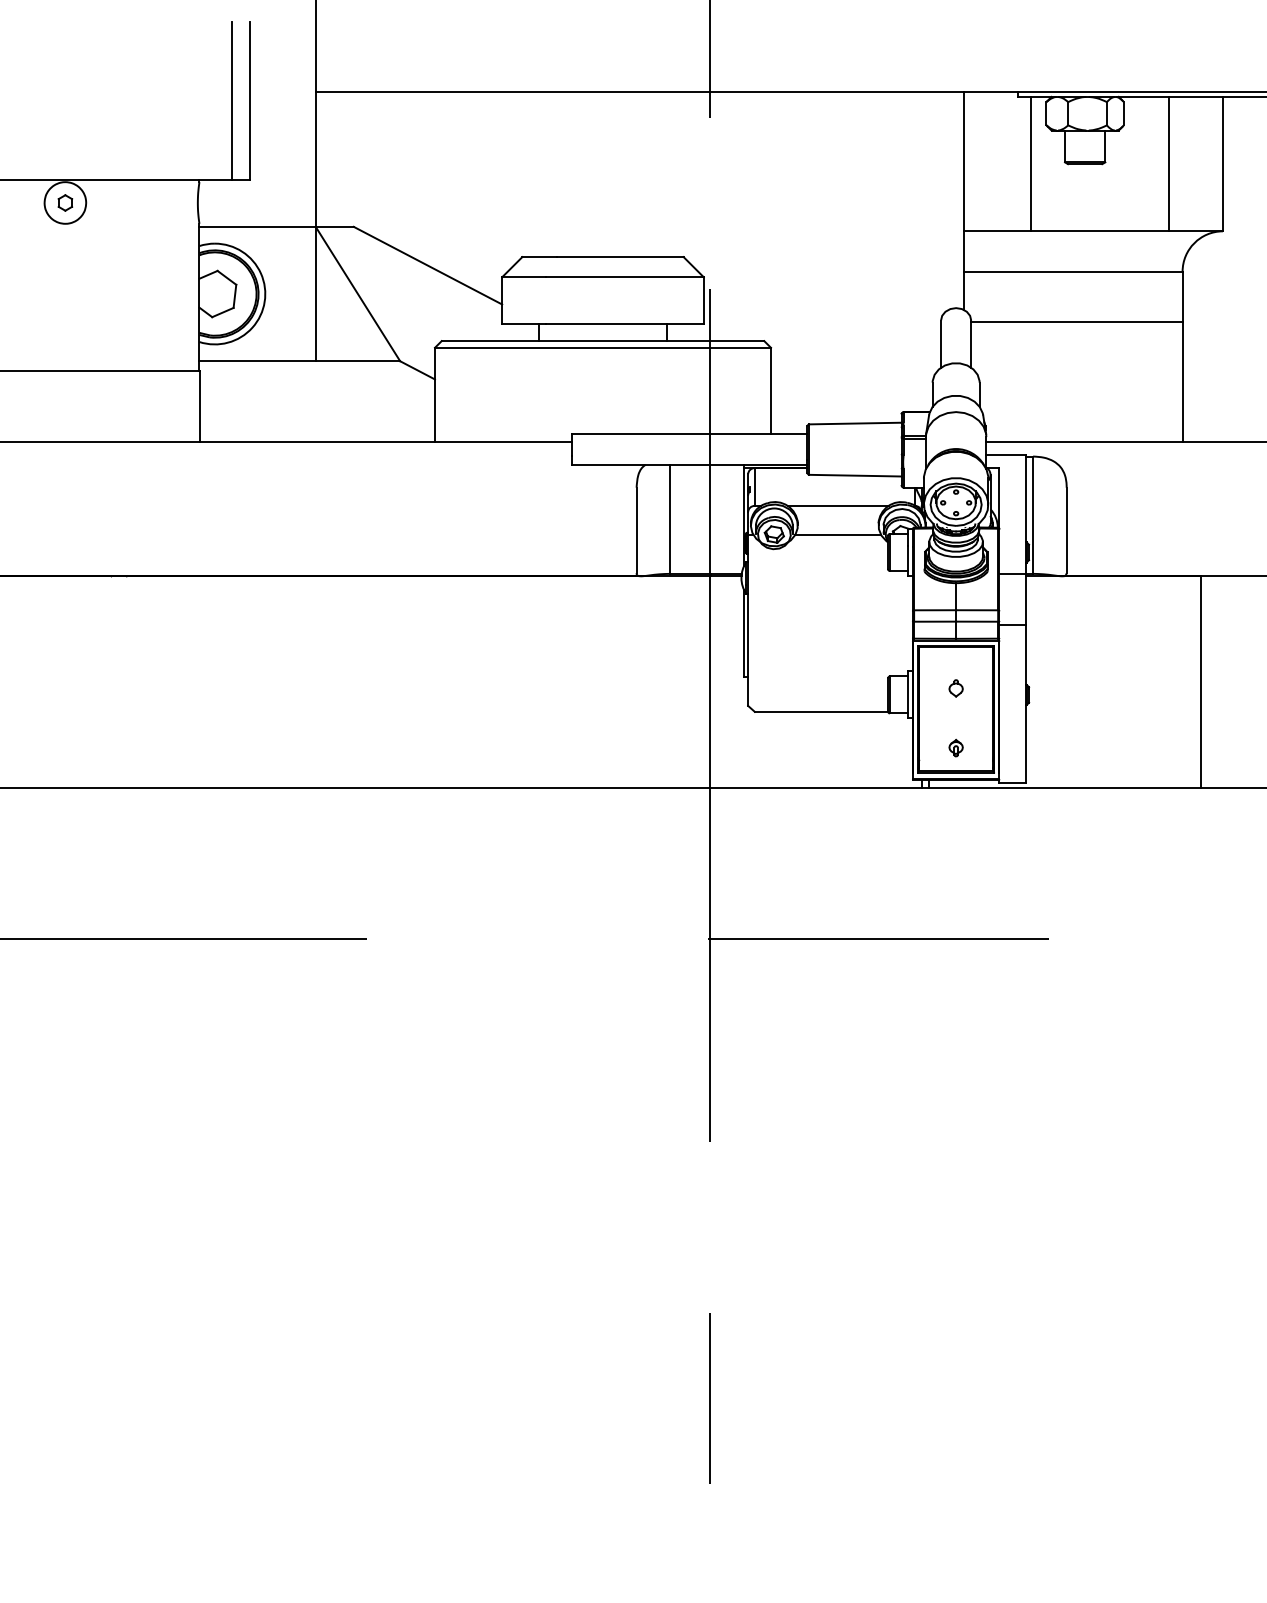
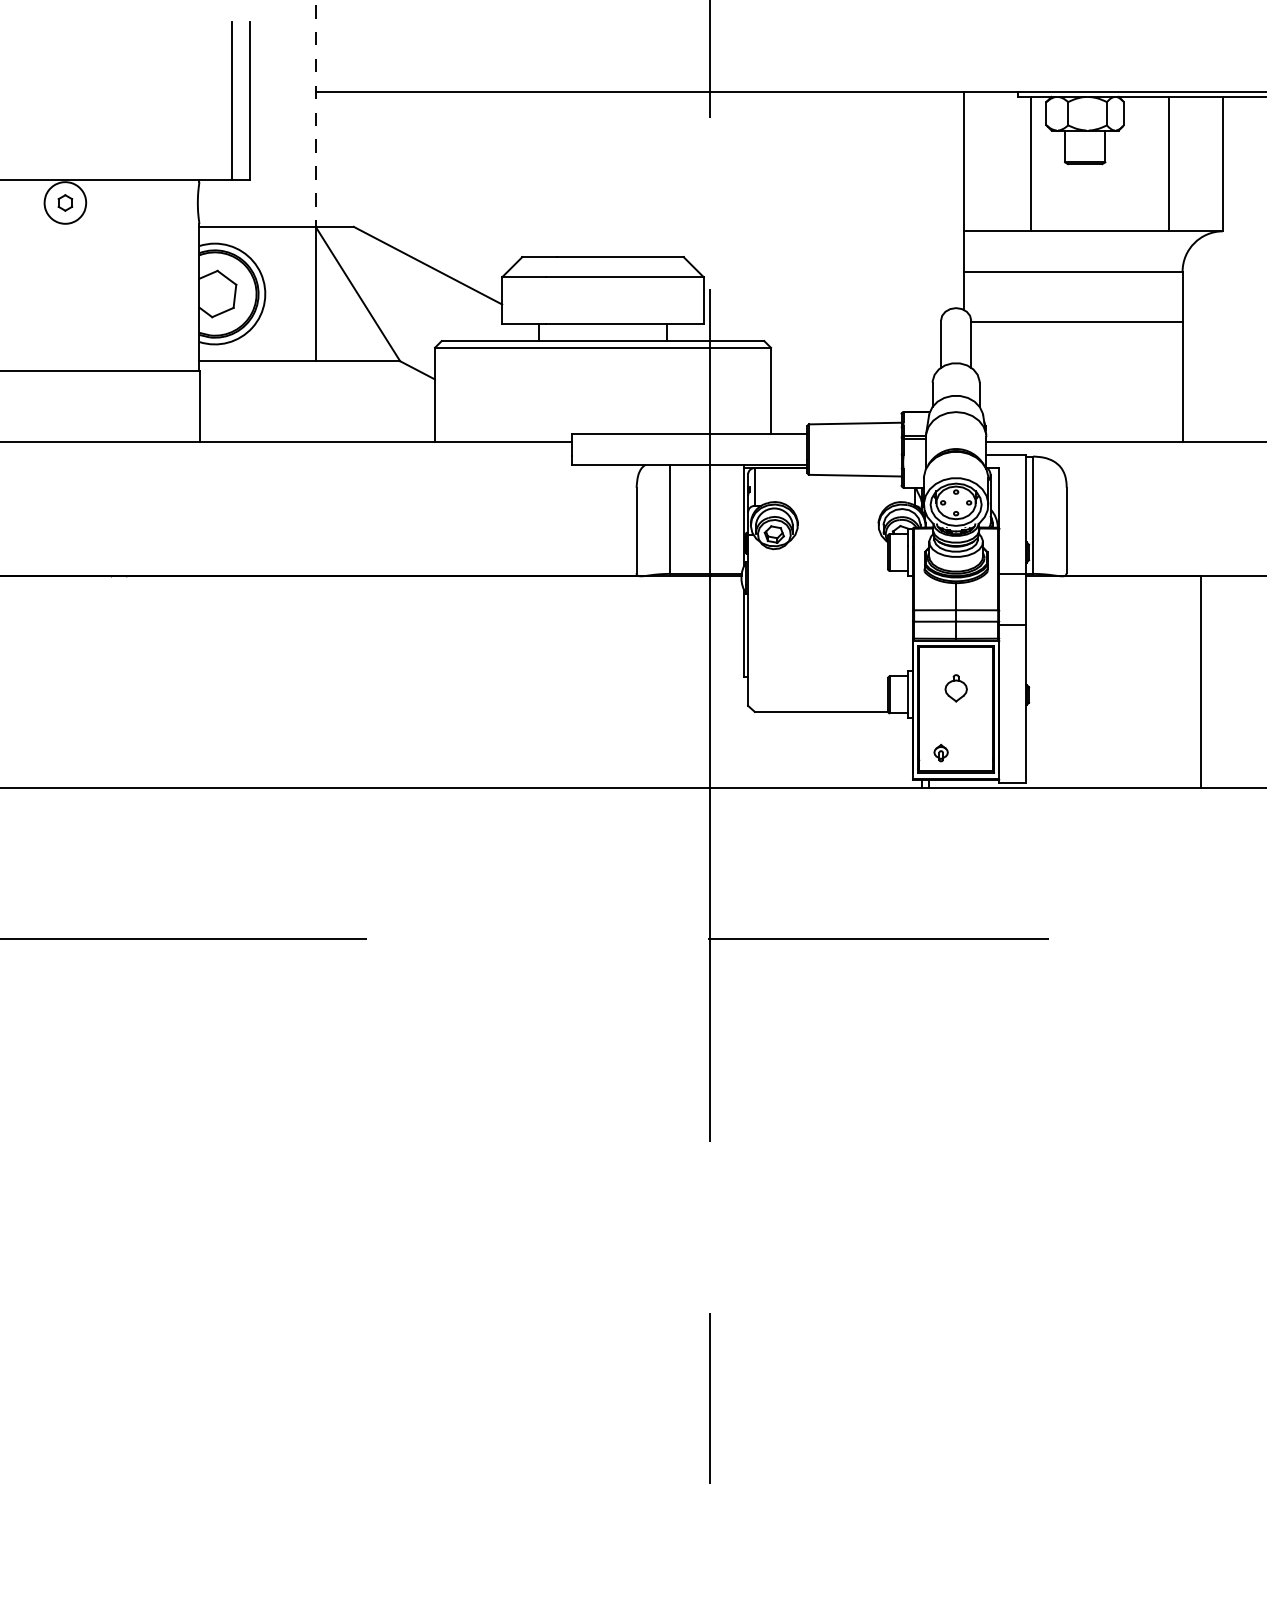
line at (315, 114): solid -> dashed
line at (837, 505): present -> none
line at (837, 534): present -> none
part at (955, 688) size: 16x19 px -> 24x29 px
part at (955, 747) position: (955, 747) -> (940, 752)
